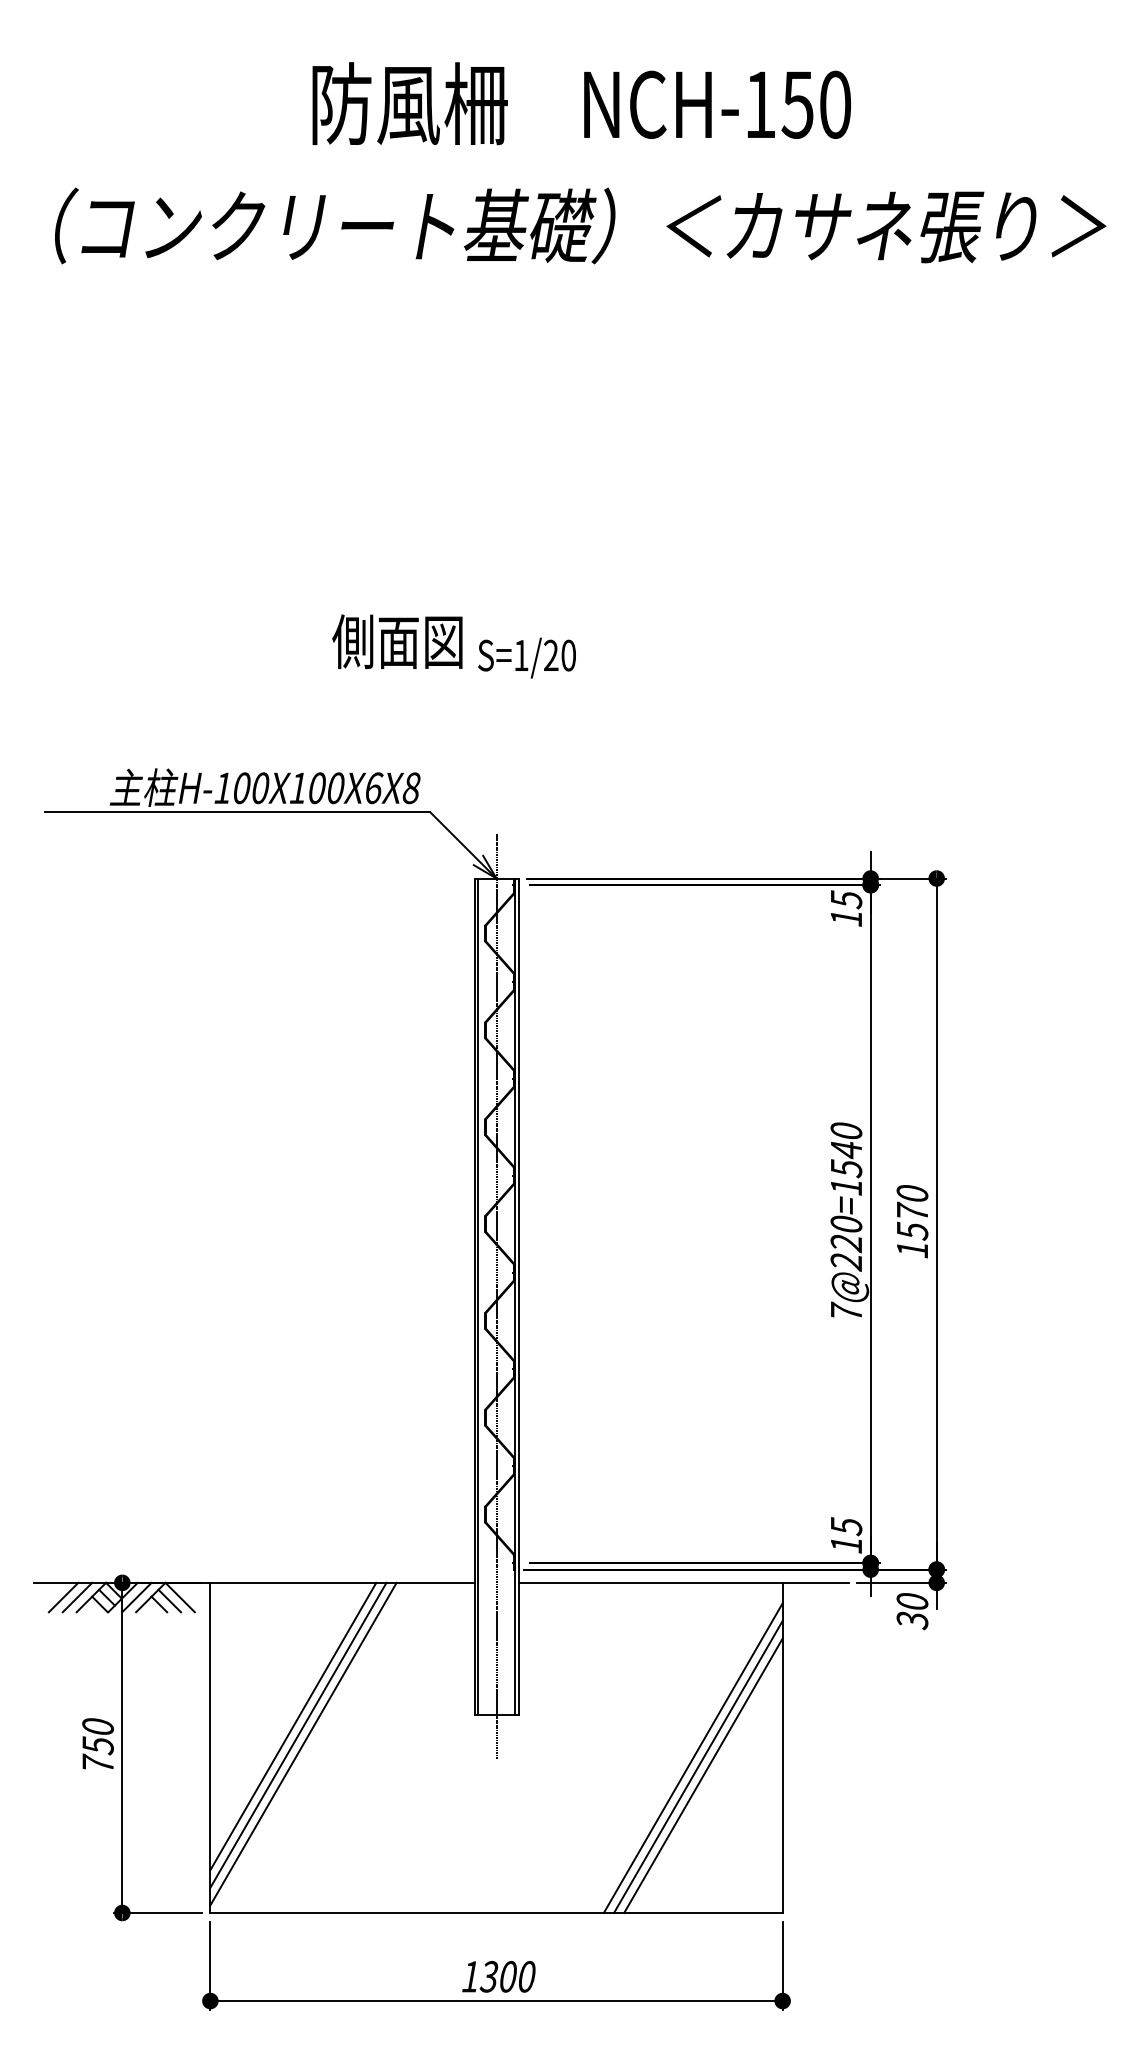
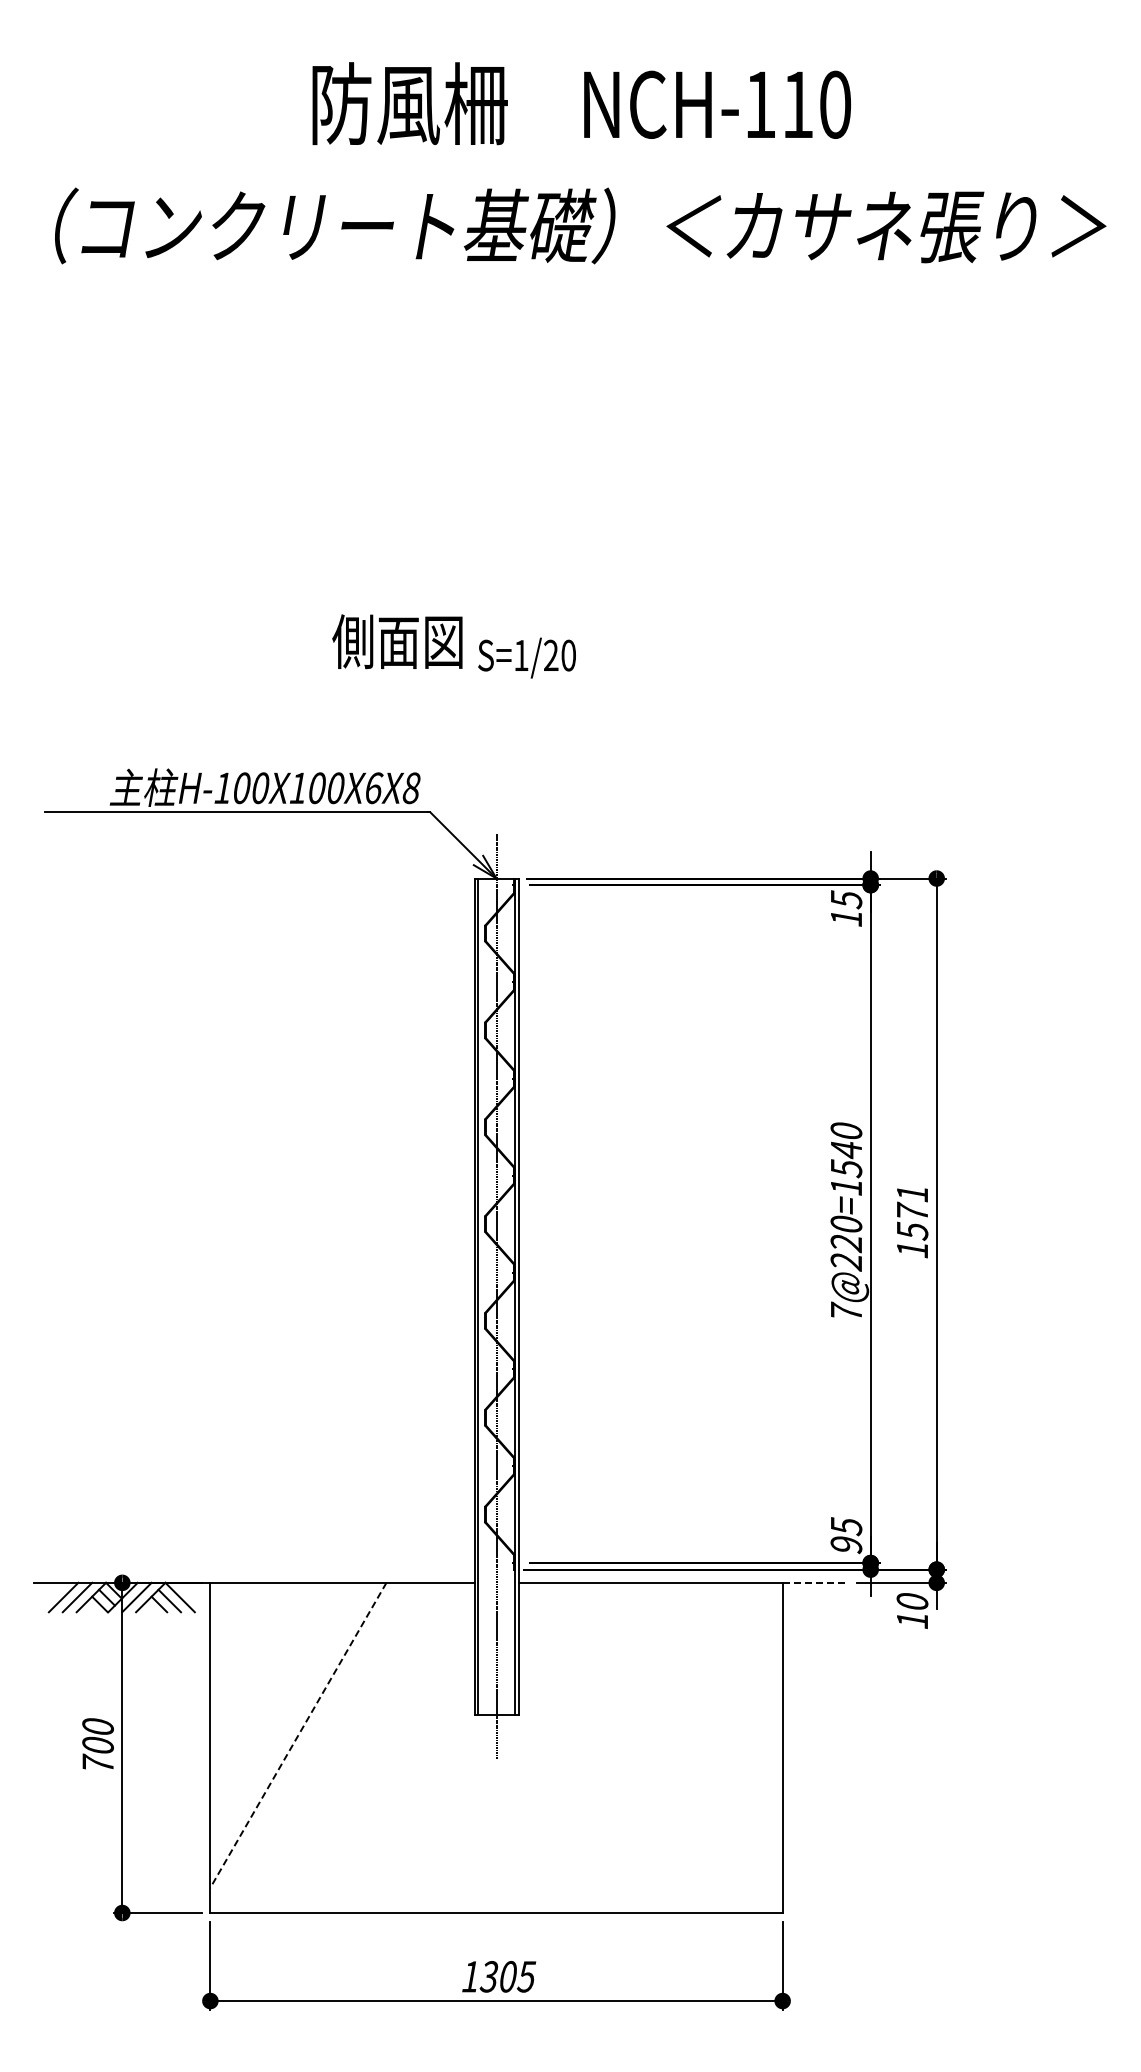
text at (797, 104): NCH-150 -> NCH-110
text at (912, 1193): 1570 -> 1571
text at (846, 1545): 15 -> 95
line at (816, 1582): solid -> dashed
text at (912, 1620): 30 -> 10
line at (293, 1726): present -> none
line at (298, 1735): solid -> dashed
line at (303, 1743): present -> none
text at (97, 1745): 750 -> 700
line at (692, 1757): present -> none
line at (698, 1766): present -> none
line at (703, 1775): present -> none
text at (526, 1976): 1300 -> 1305
